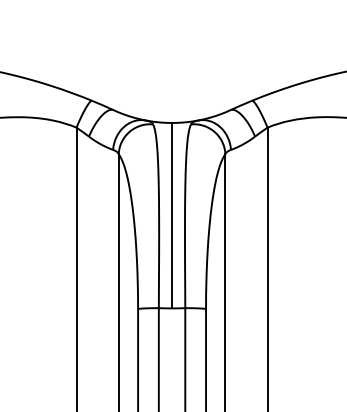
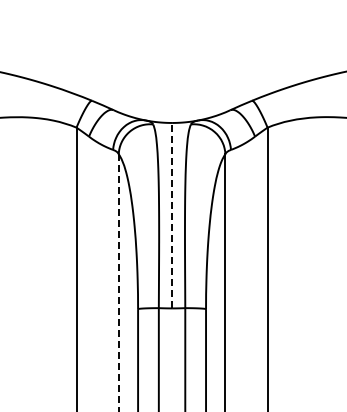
line at (172, 215): solid -> dashed
line at (118, 283): solid -> dashed
